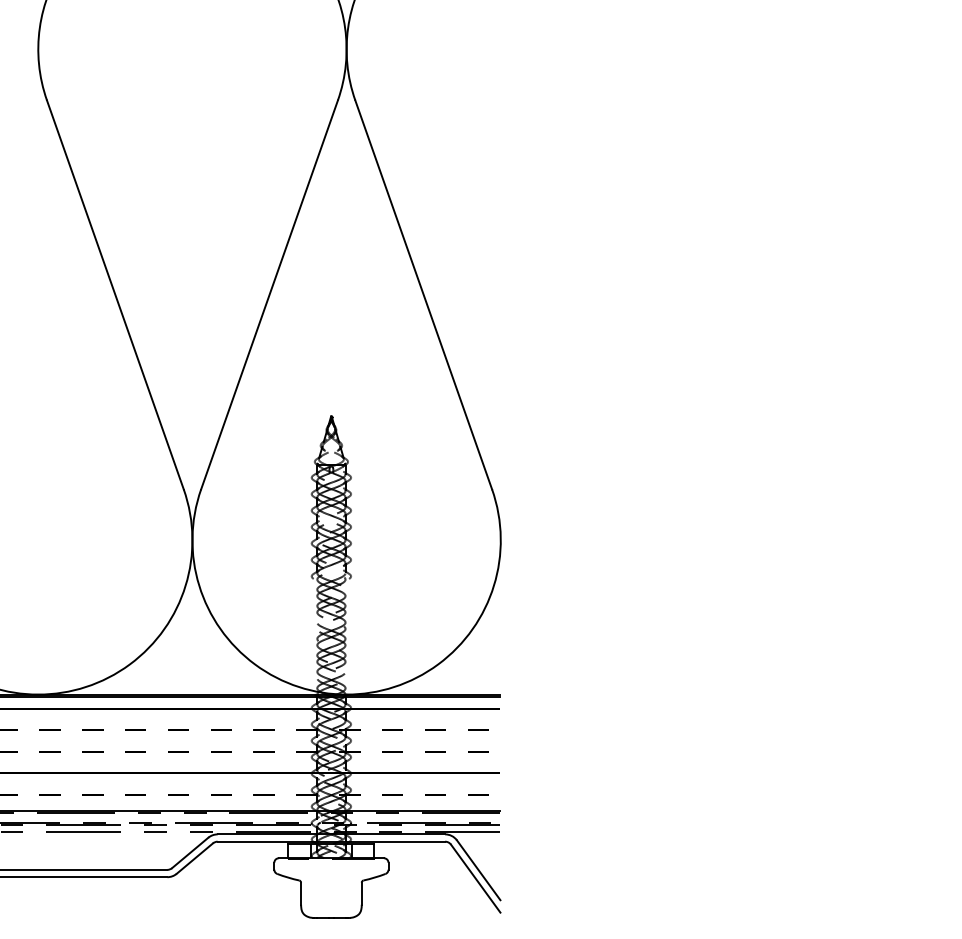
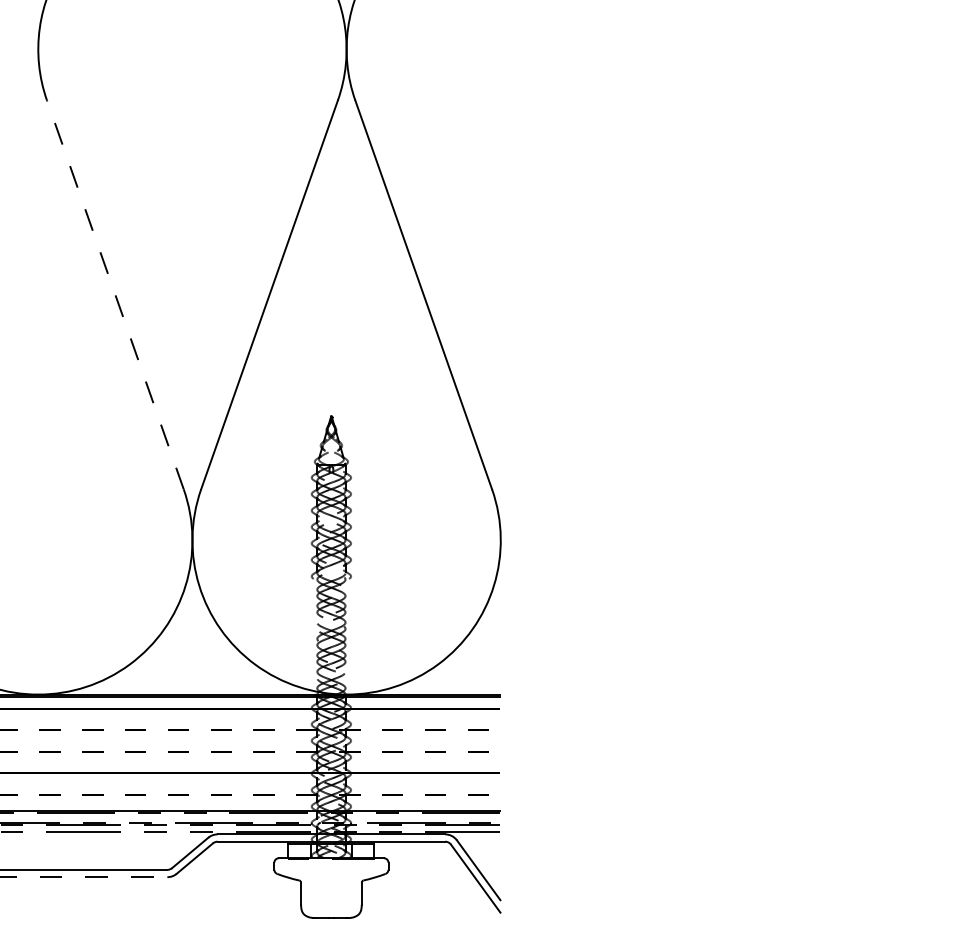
line at (115, 294): solid -> dashed
line at (84, 877): solid -> dashed
